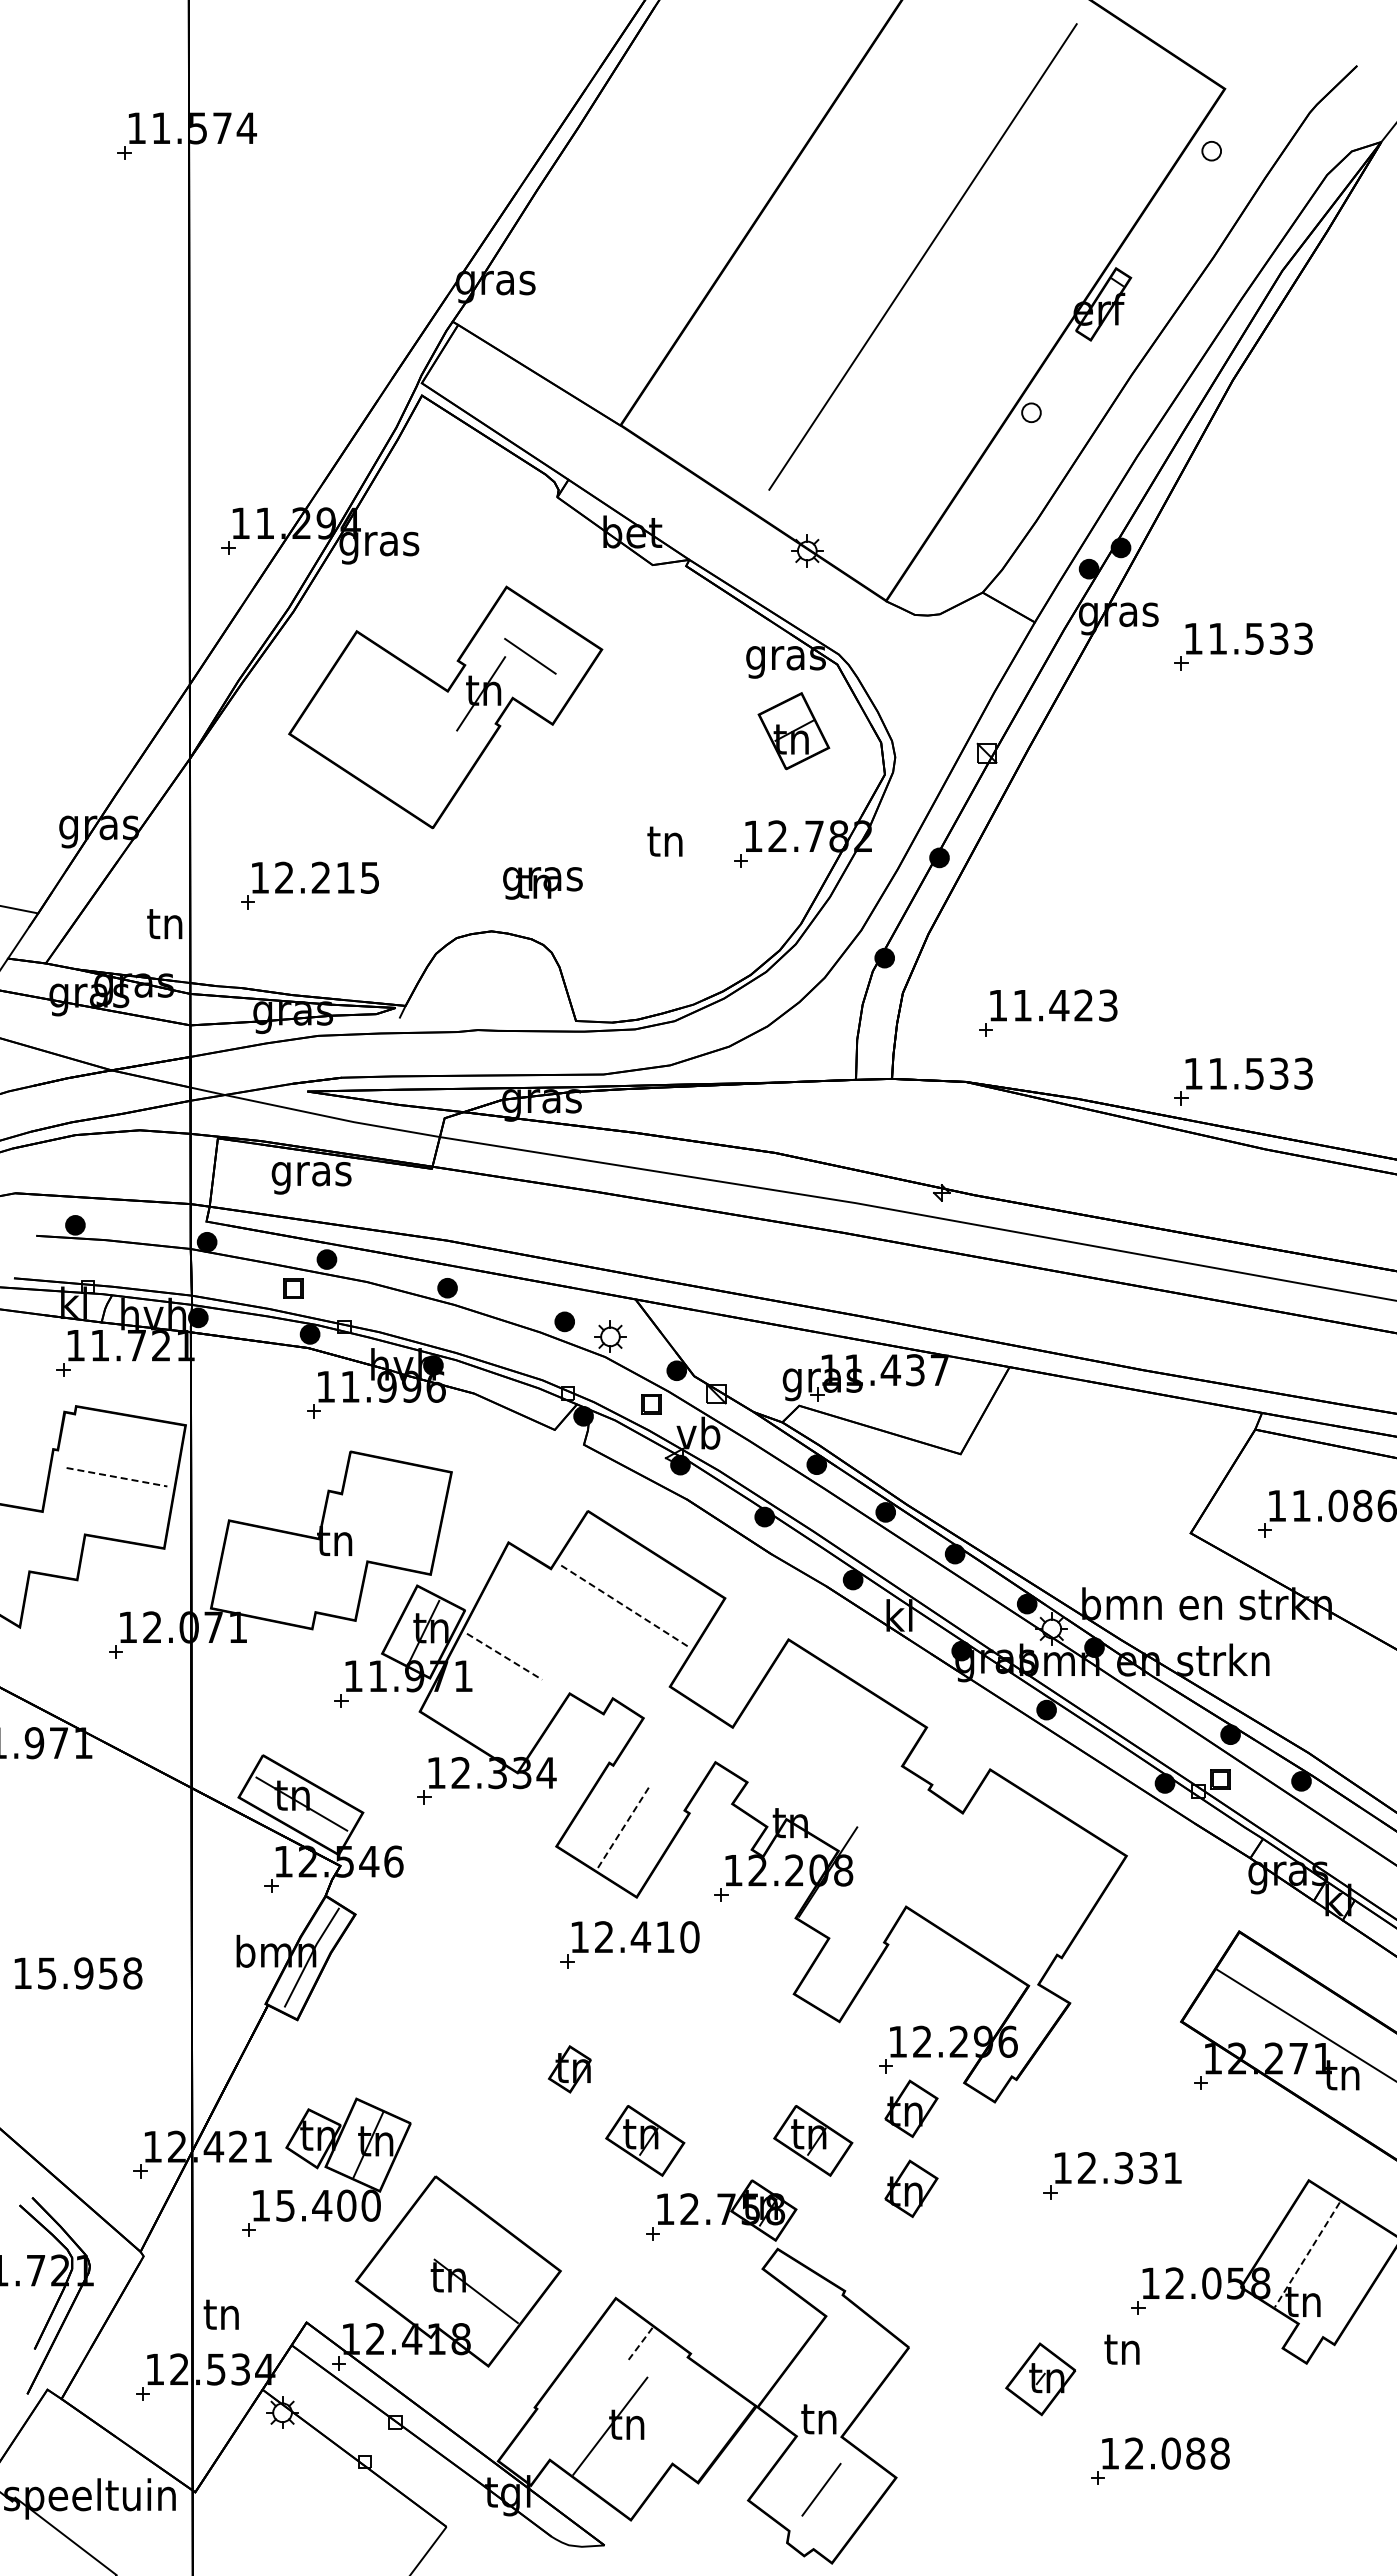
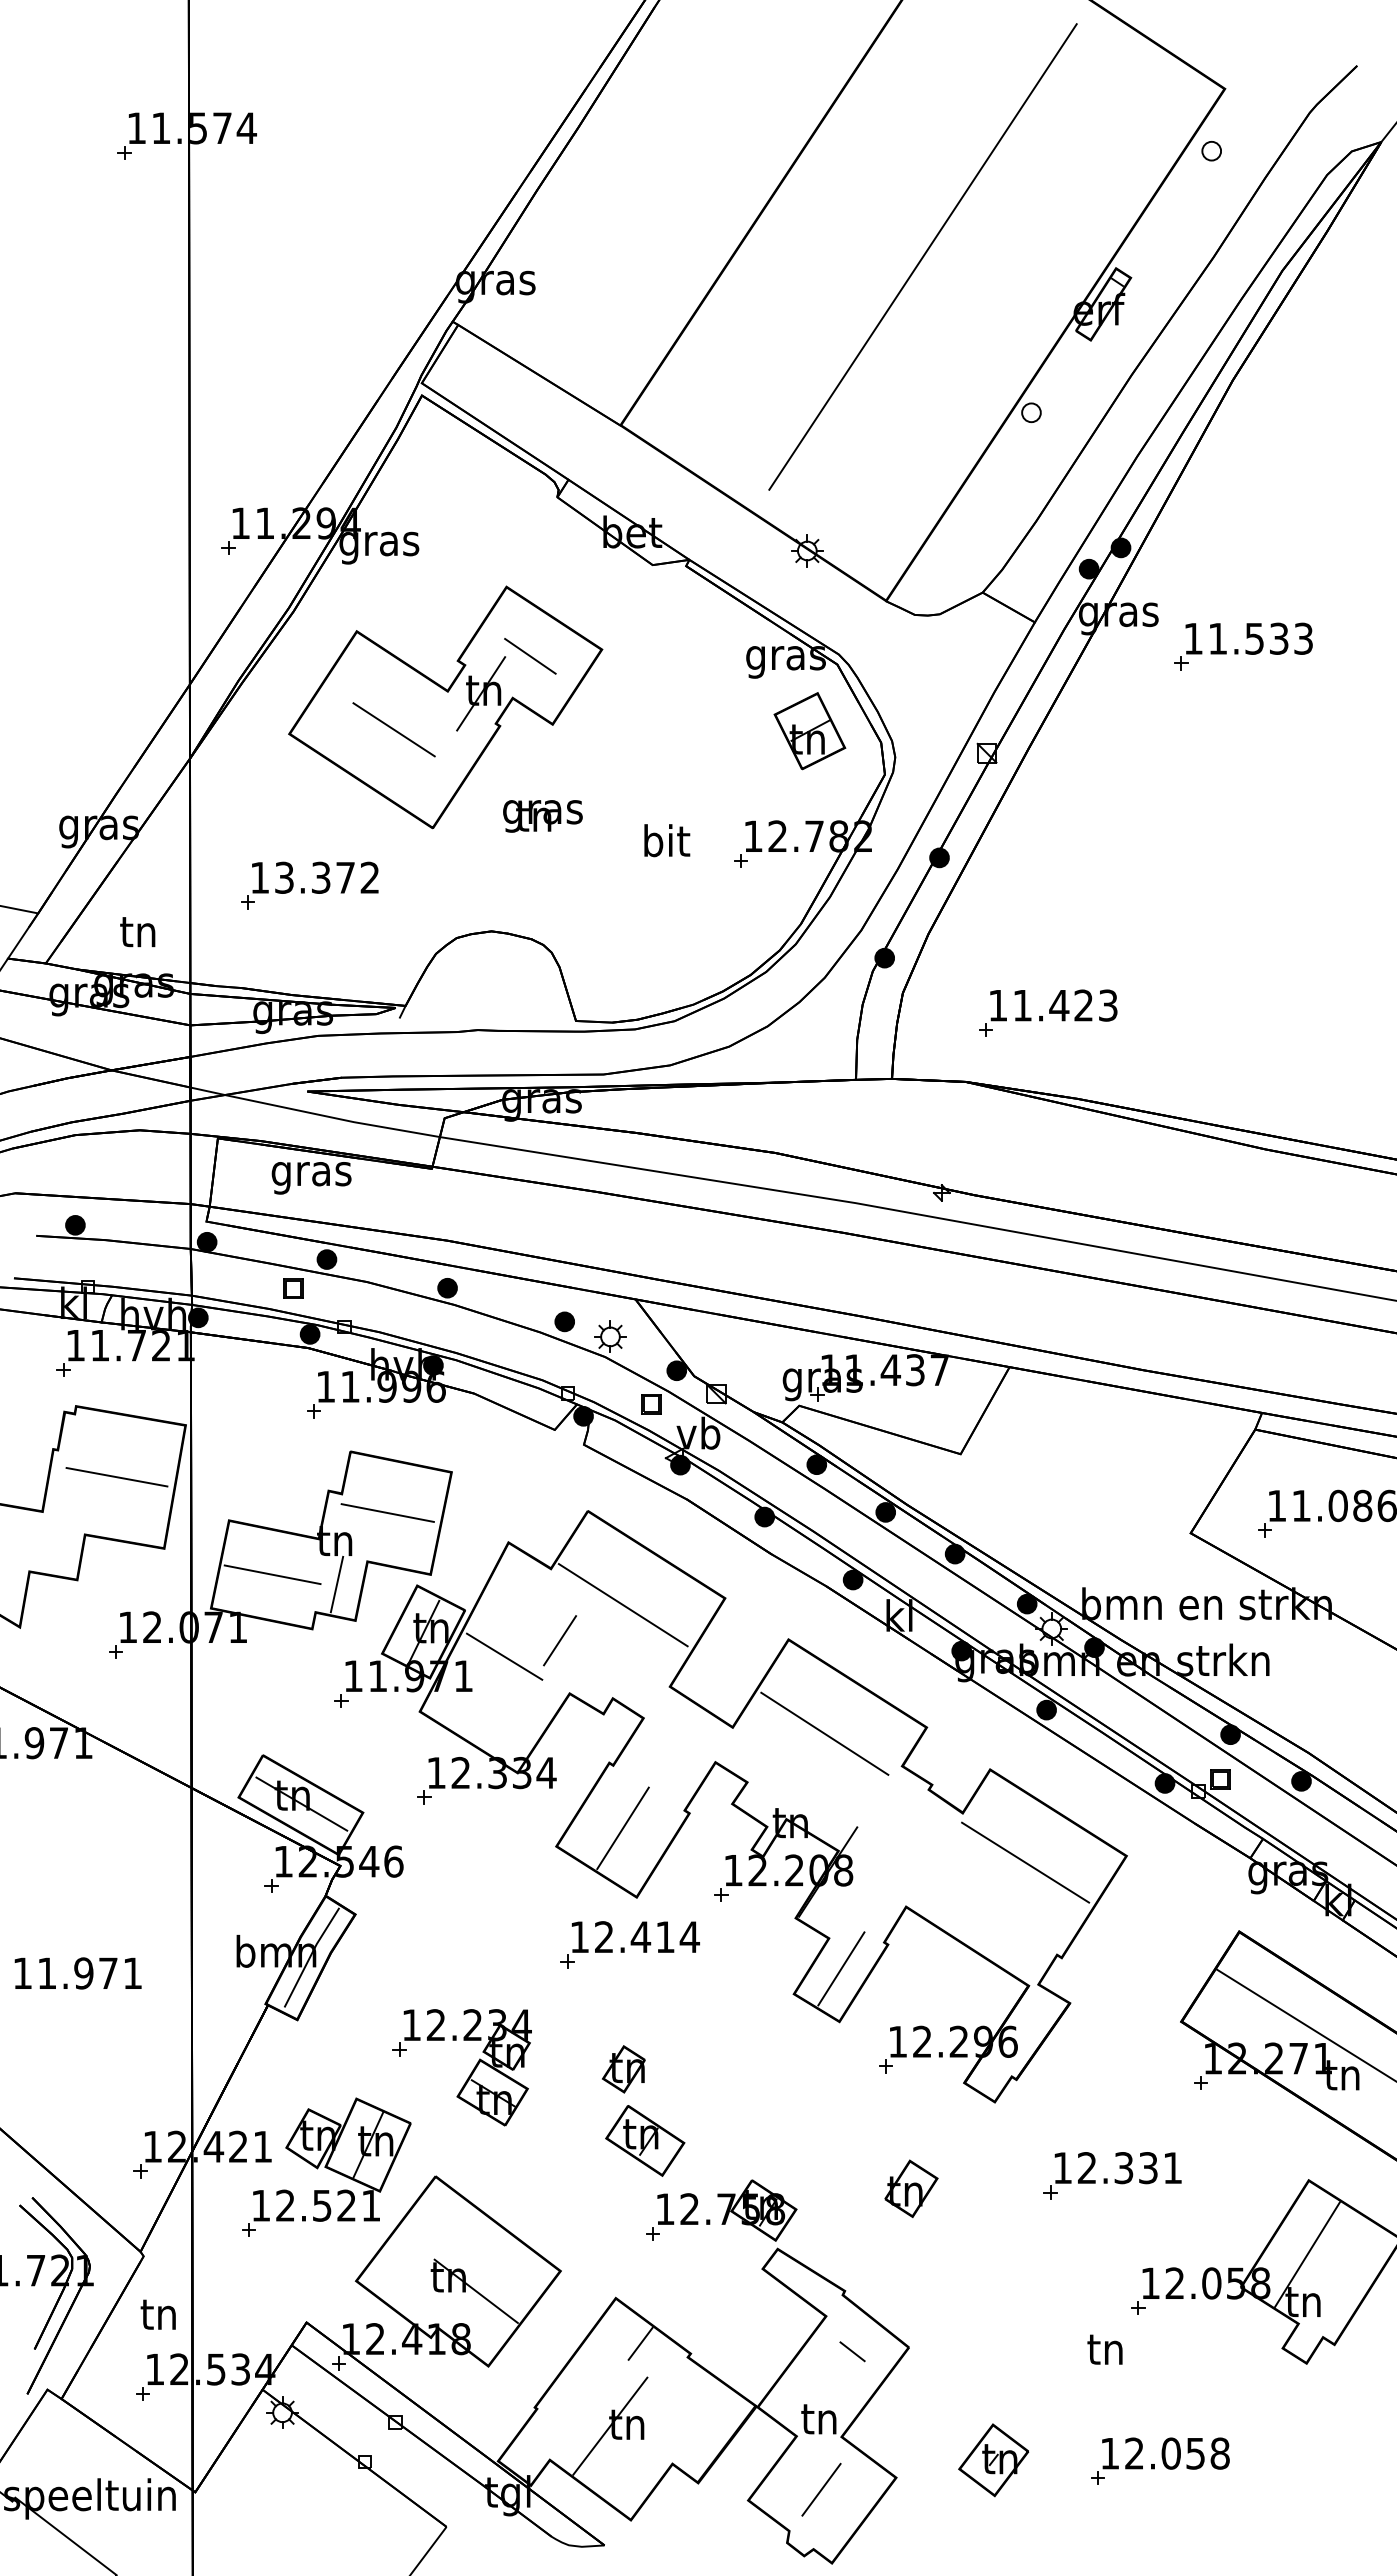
line at (393, 729): none -> present
part at (793, 731) position: (793, 731) -> (809, 731)
text at (667, 840): tn -> bit
text at (326, 877): 12.215 -> 13.372
text at (542, 883) position: (542, 883) -> (542, 816)
text at (164, 924) position: (164, 924) -> (137, 932)
part at (1243, 1081): present -> none
line at (117, 1477): dashed -> solid
line at (387, 1512): none -> present
line at (272, 1574): none -> present
line at (336, 1584): none -> present
line at (622, 1604): dashed -> solid
line at (560, 1640): none -> present
line at (505, 1657): dashed -> solid
line at (824, 1733): none -> present
line at (622, 1828): dashed -> solid
line at (1025, 1862): none -> present
text at (689, 1937): 12.410 -> 12.414
line at (841, 1968): none -> present
text at (90, 1973): 15.958 -> 11.971
part at (569, 2069) position: (569, 2069) -> (623, 2069)
part at (471, 2071): none -> present
part at (911, 2108): present -> none
part at (813, 2140): present -> none
text at (328, 2205): 15.400 -> 12.521
line at (1307, 2254): dashed -> solid
text at (220, 2314) position: (220, 2314) -> (157, 2314)
line at (640, 2343): dashed -> solid
text at (1121, 2349) position: (1121, 2349) -> (1104, 2349)
line at (852, 2351): none -> present
part at (1040, 2379) position: (1040, 2379) -> (993, 2460)
text at (1195, 2453): 12.088 -> 12.058
